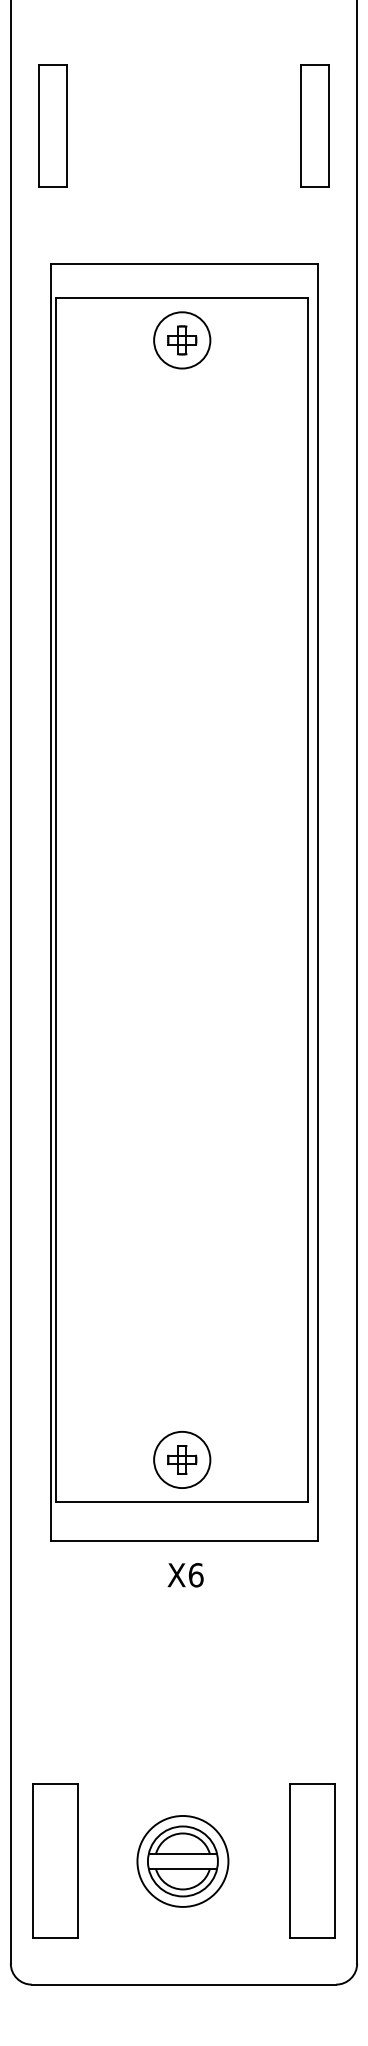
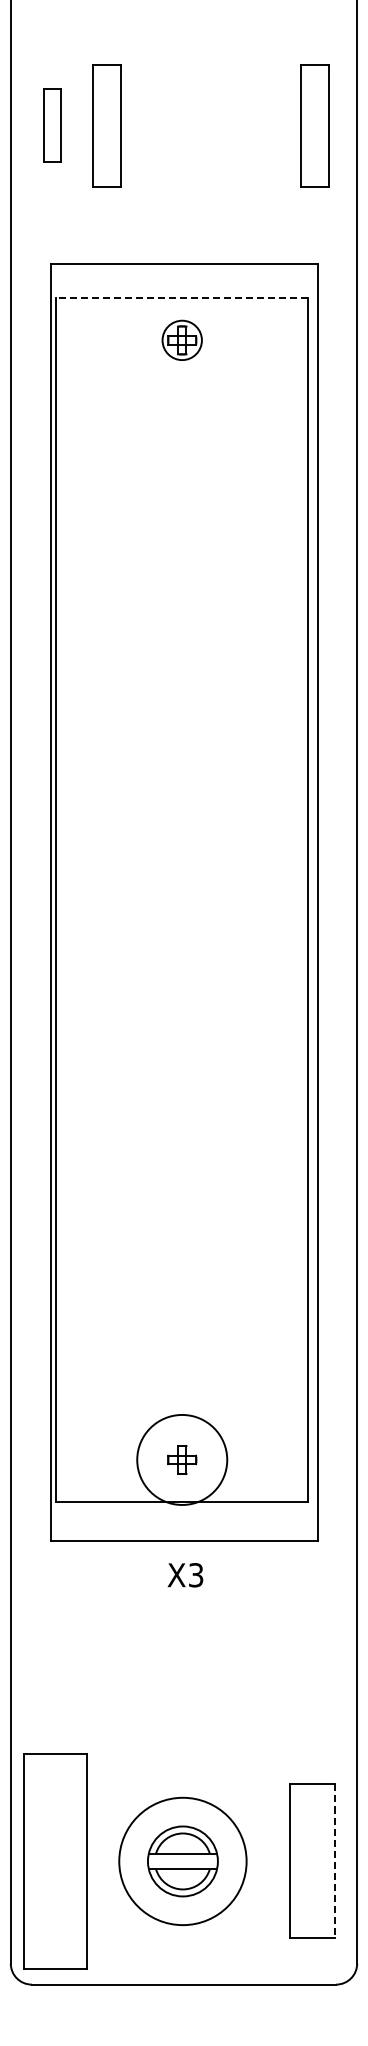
part at (52, 125) size: 30x124 px -> 19x75 px
part at (106, 125): none -> present
line at (182, 298): solid -> dashed
circle at (182, 340) diameter: 56 px -> 39 px
circle at (182, 1459) diameter: 56 px -> 90 px
text at (195, 1575): X6 -> X3
part at (55, 1860) size: 47x156 px -> 65x217 px
circle at (182, 1860) diameter: 91 px -> 127 px
line at (334, 1861): solid -> dashed
